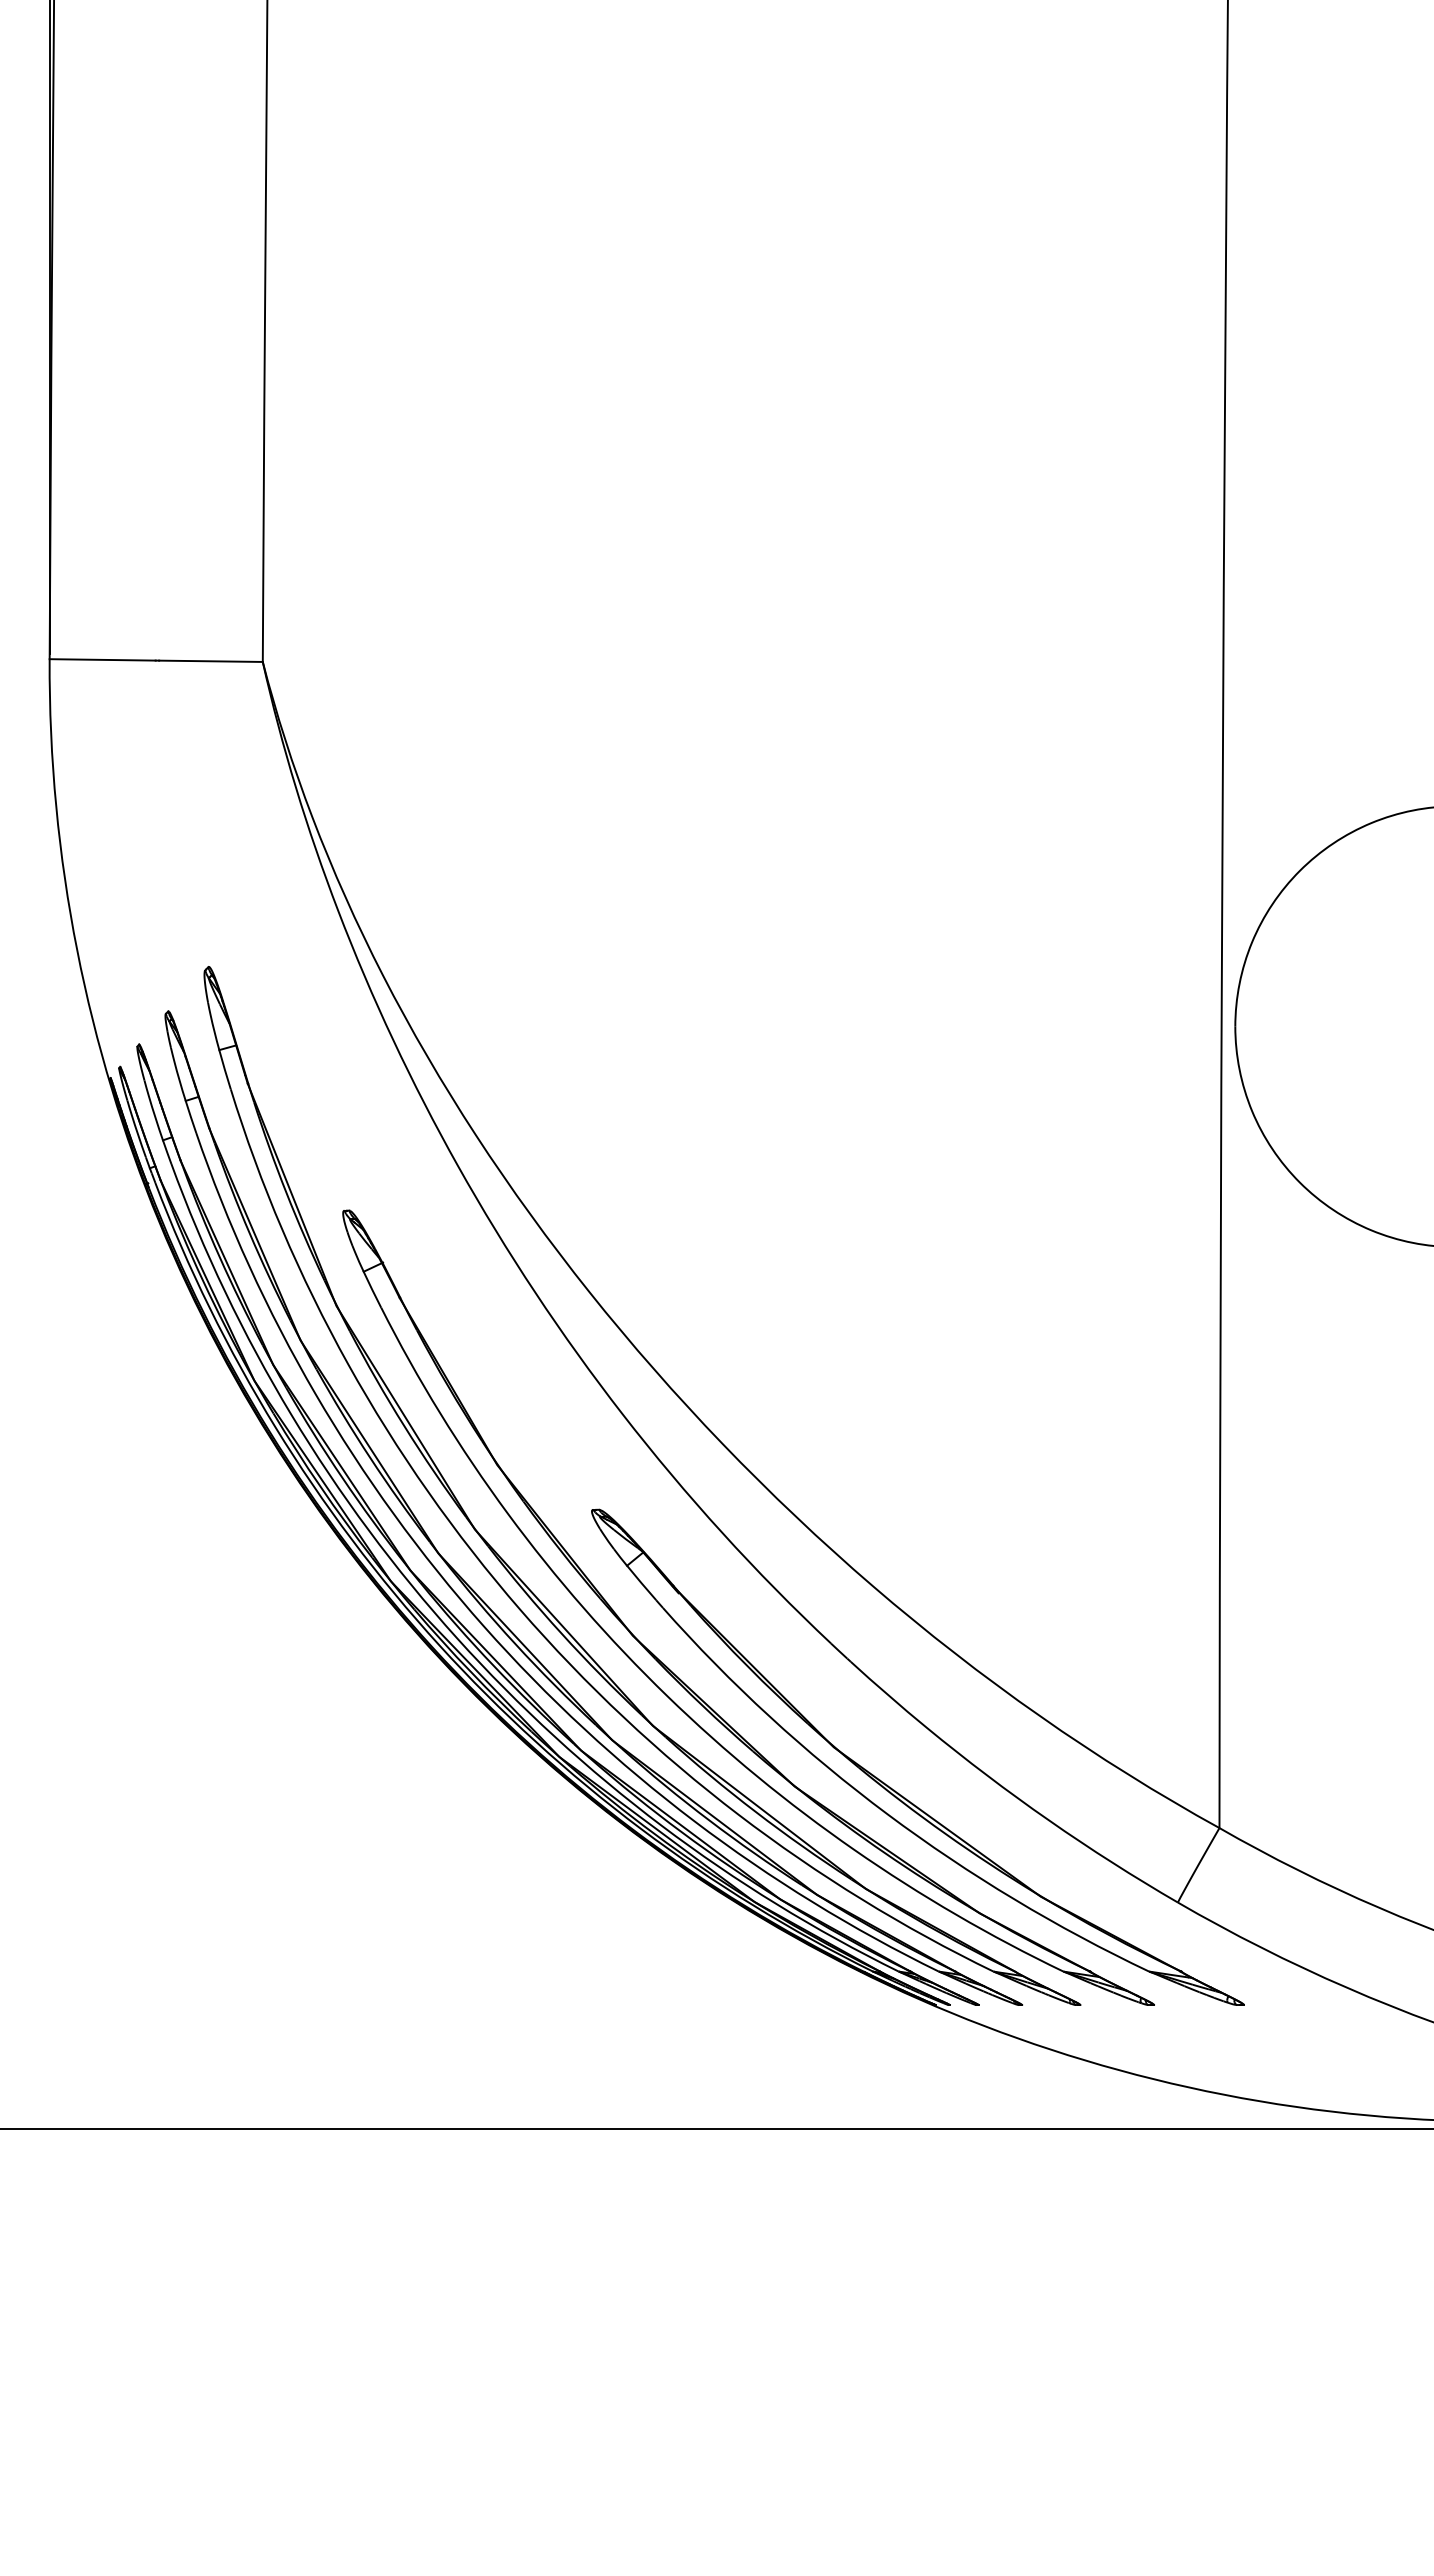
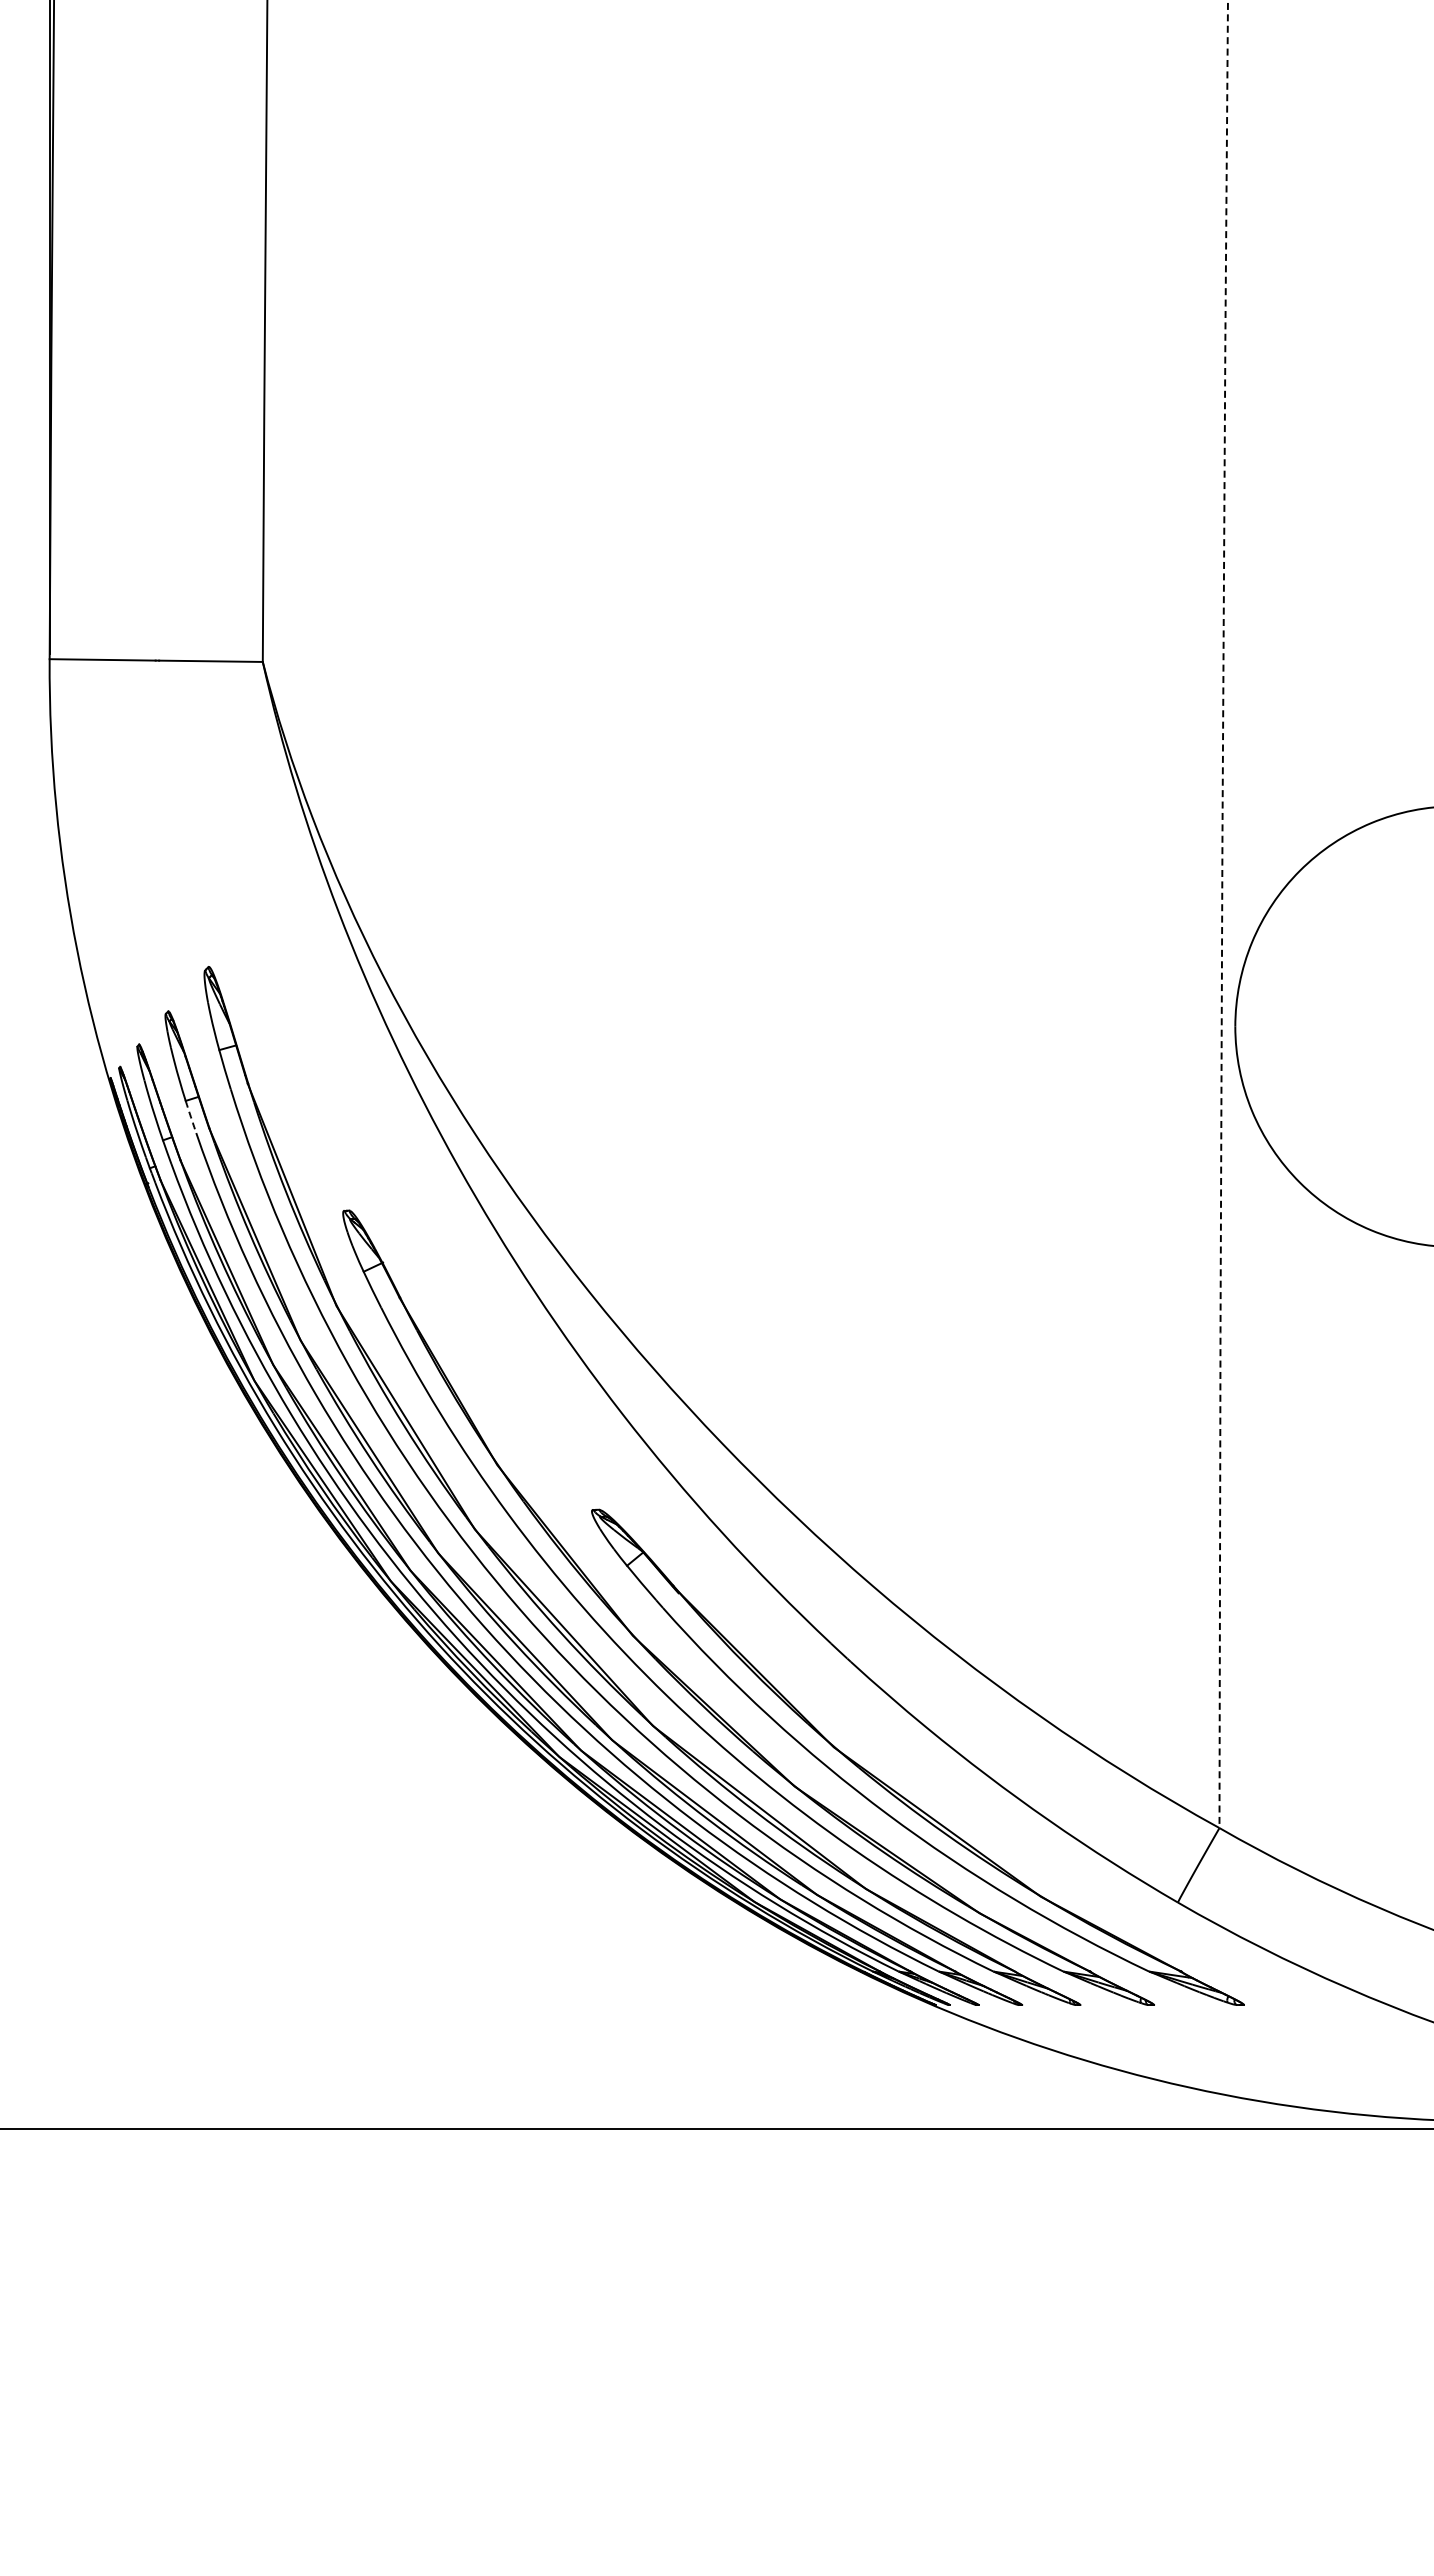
arc at (1222, 913): solid -> dashed
arc at (190, 1117): solid -> dashed
